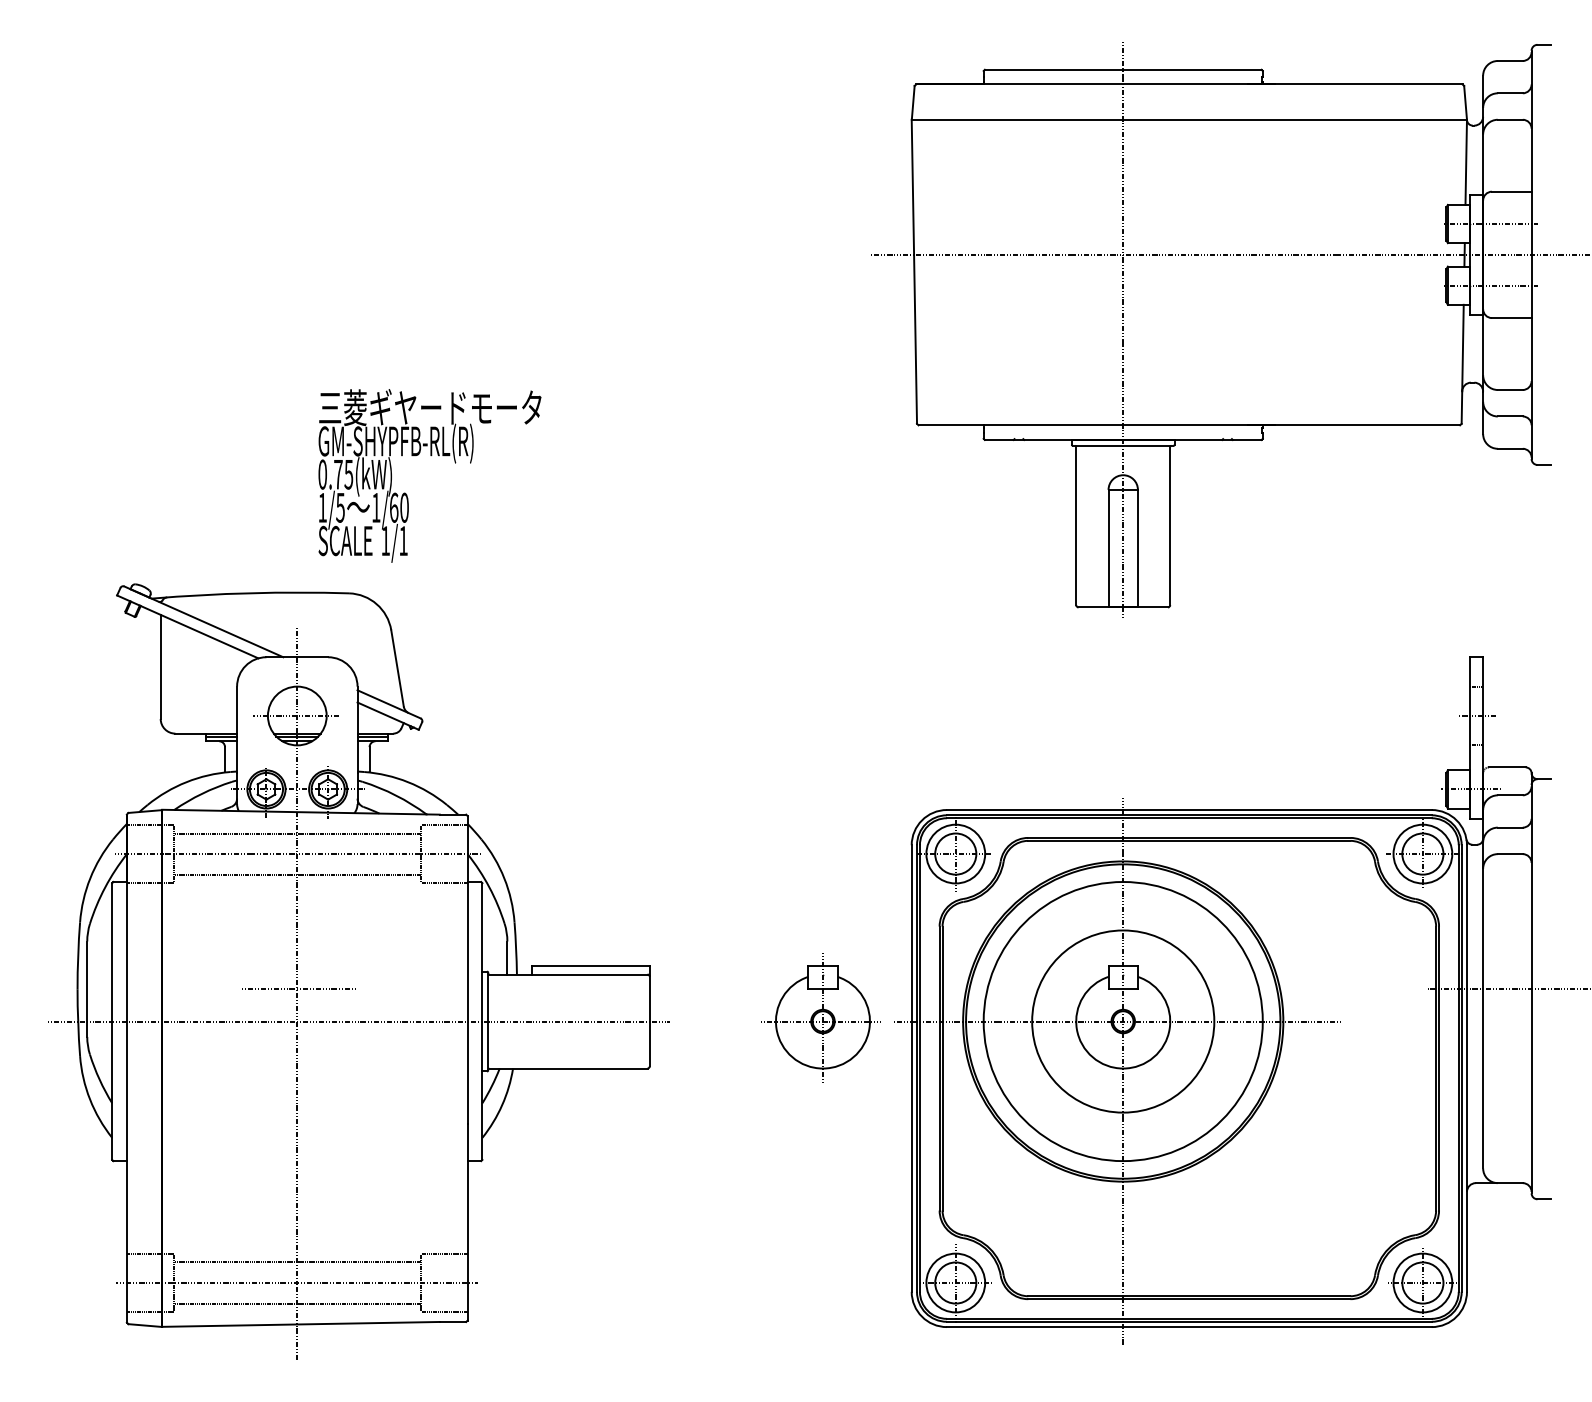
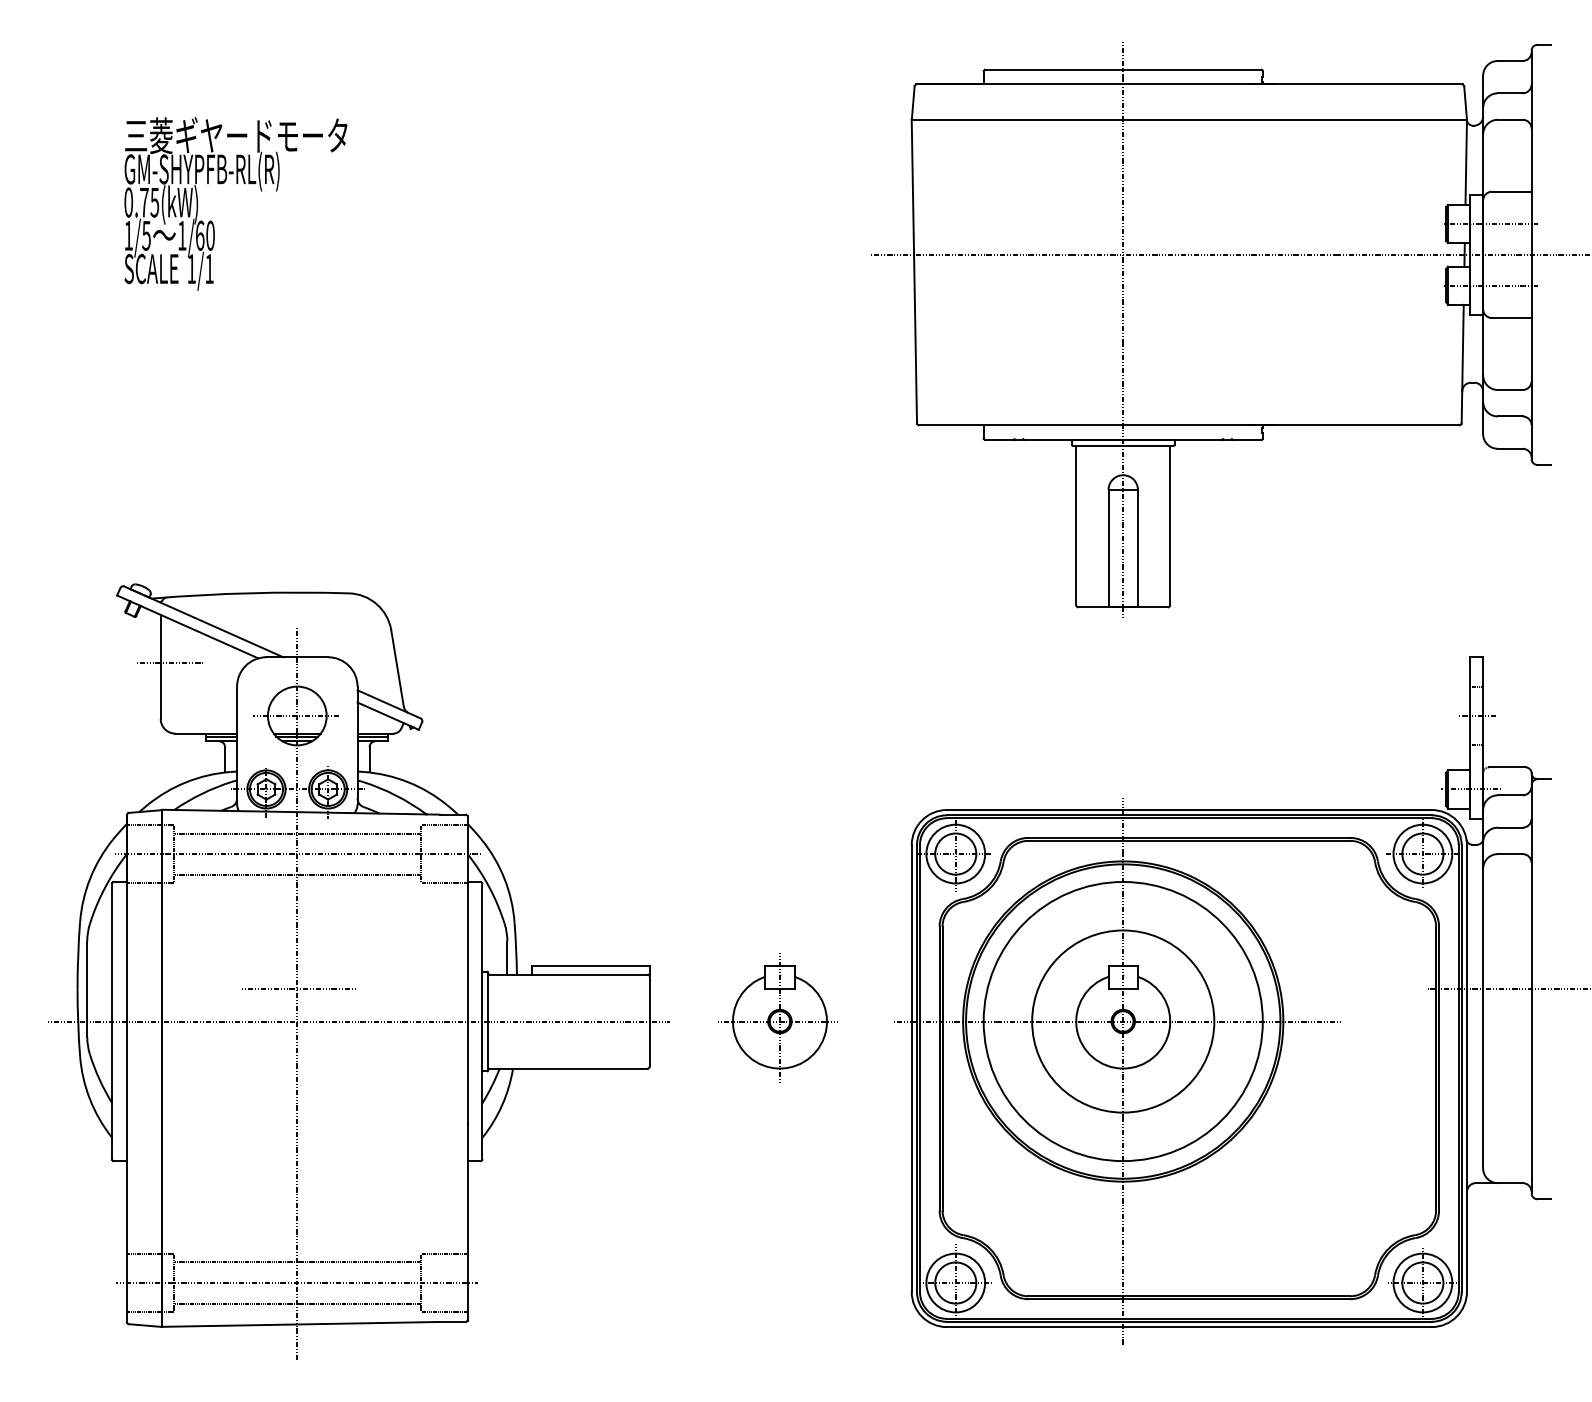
text at (429, 475) position: (429, 475) -> (235, 203)
line at (168, 663): none -> present
part at (820, 1017) position: (820, 1017) -> (777, 1017)
